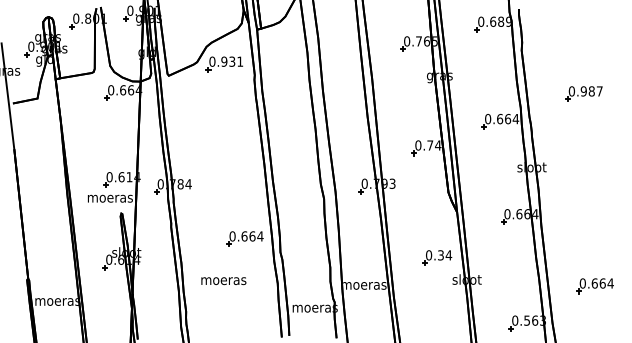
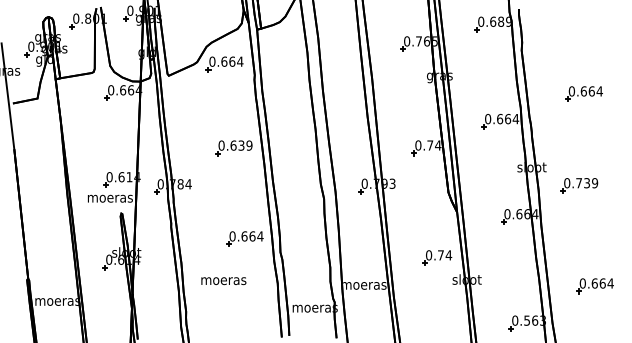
text at (232, 61): 0.931 -> 0.664
text at (591, 91): 0.987 -> 0.664
part at (233, 148): none -> present
part at (579, 185): none -> present
text at (440, 255): 0.34 -> 0.74
